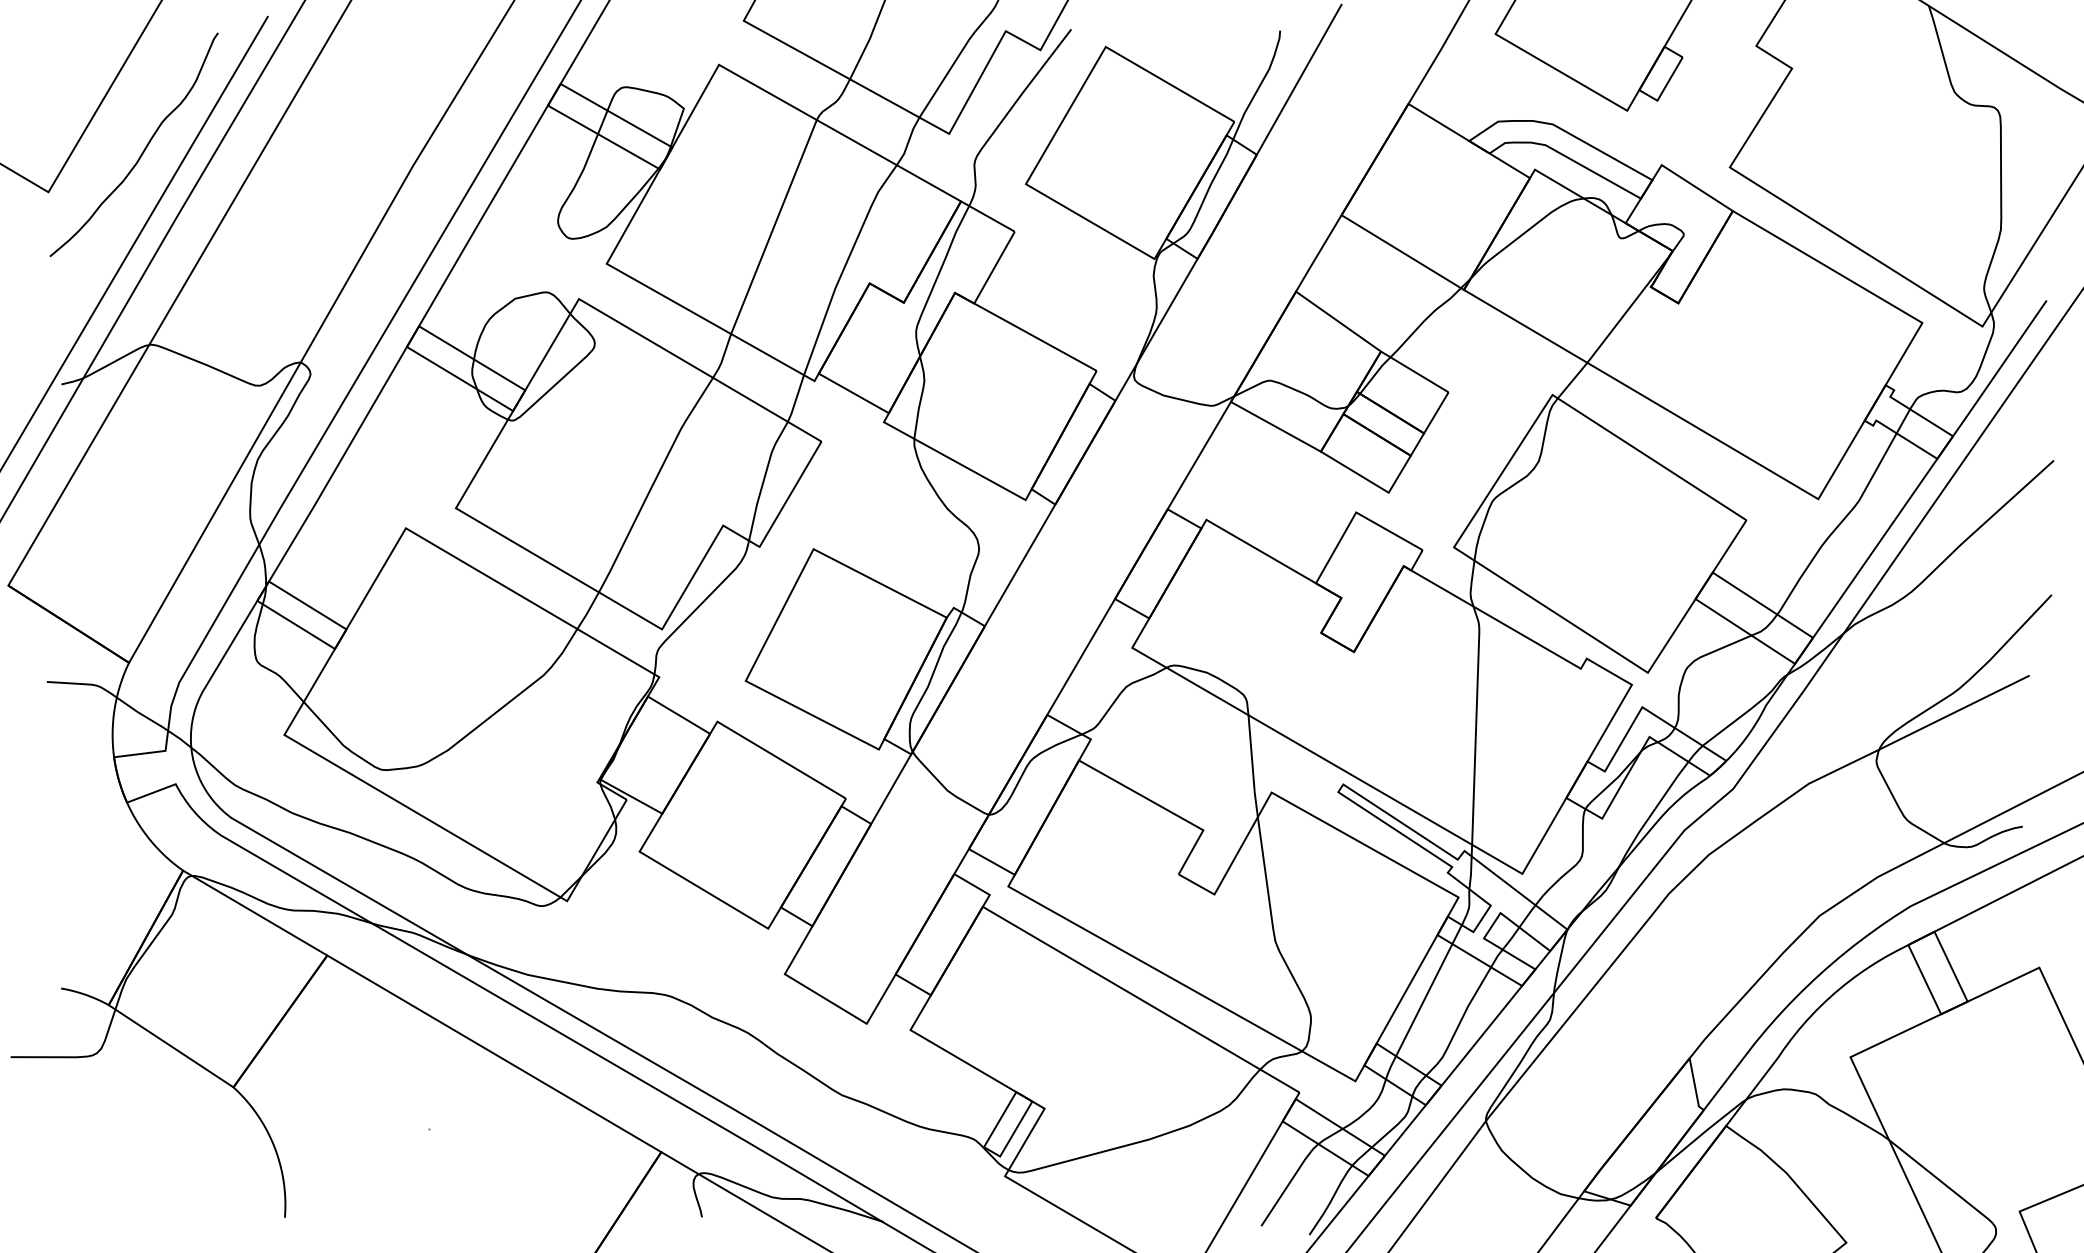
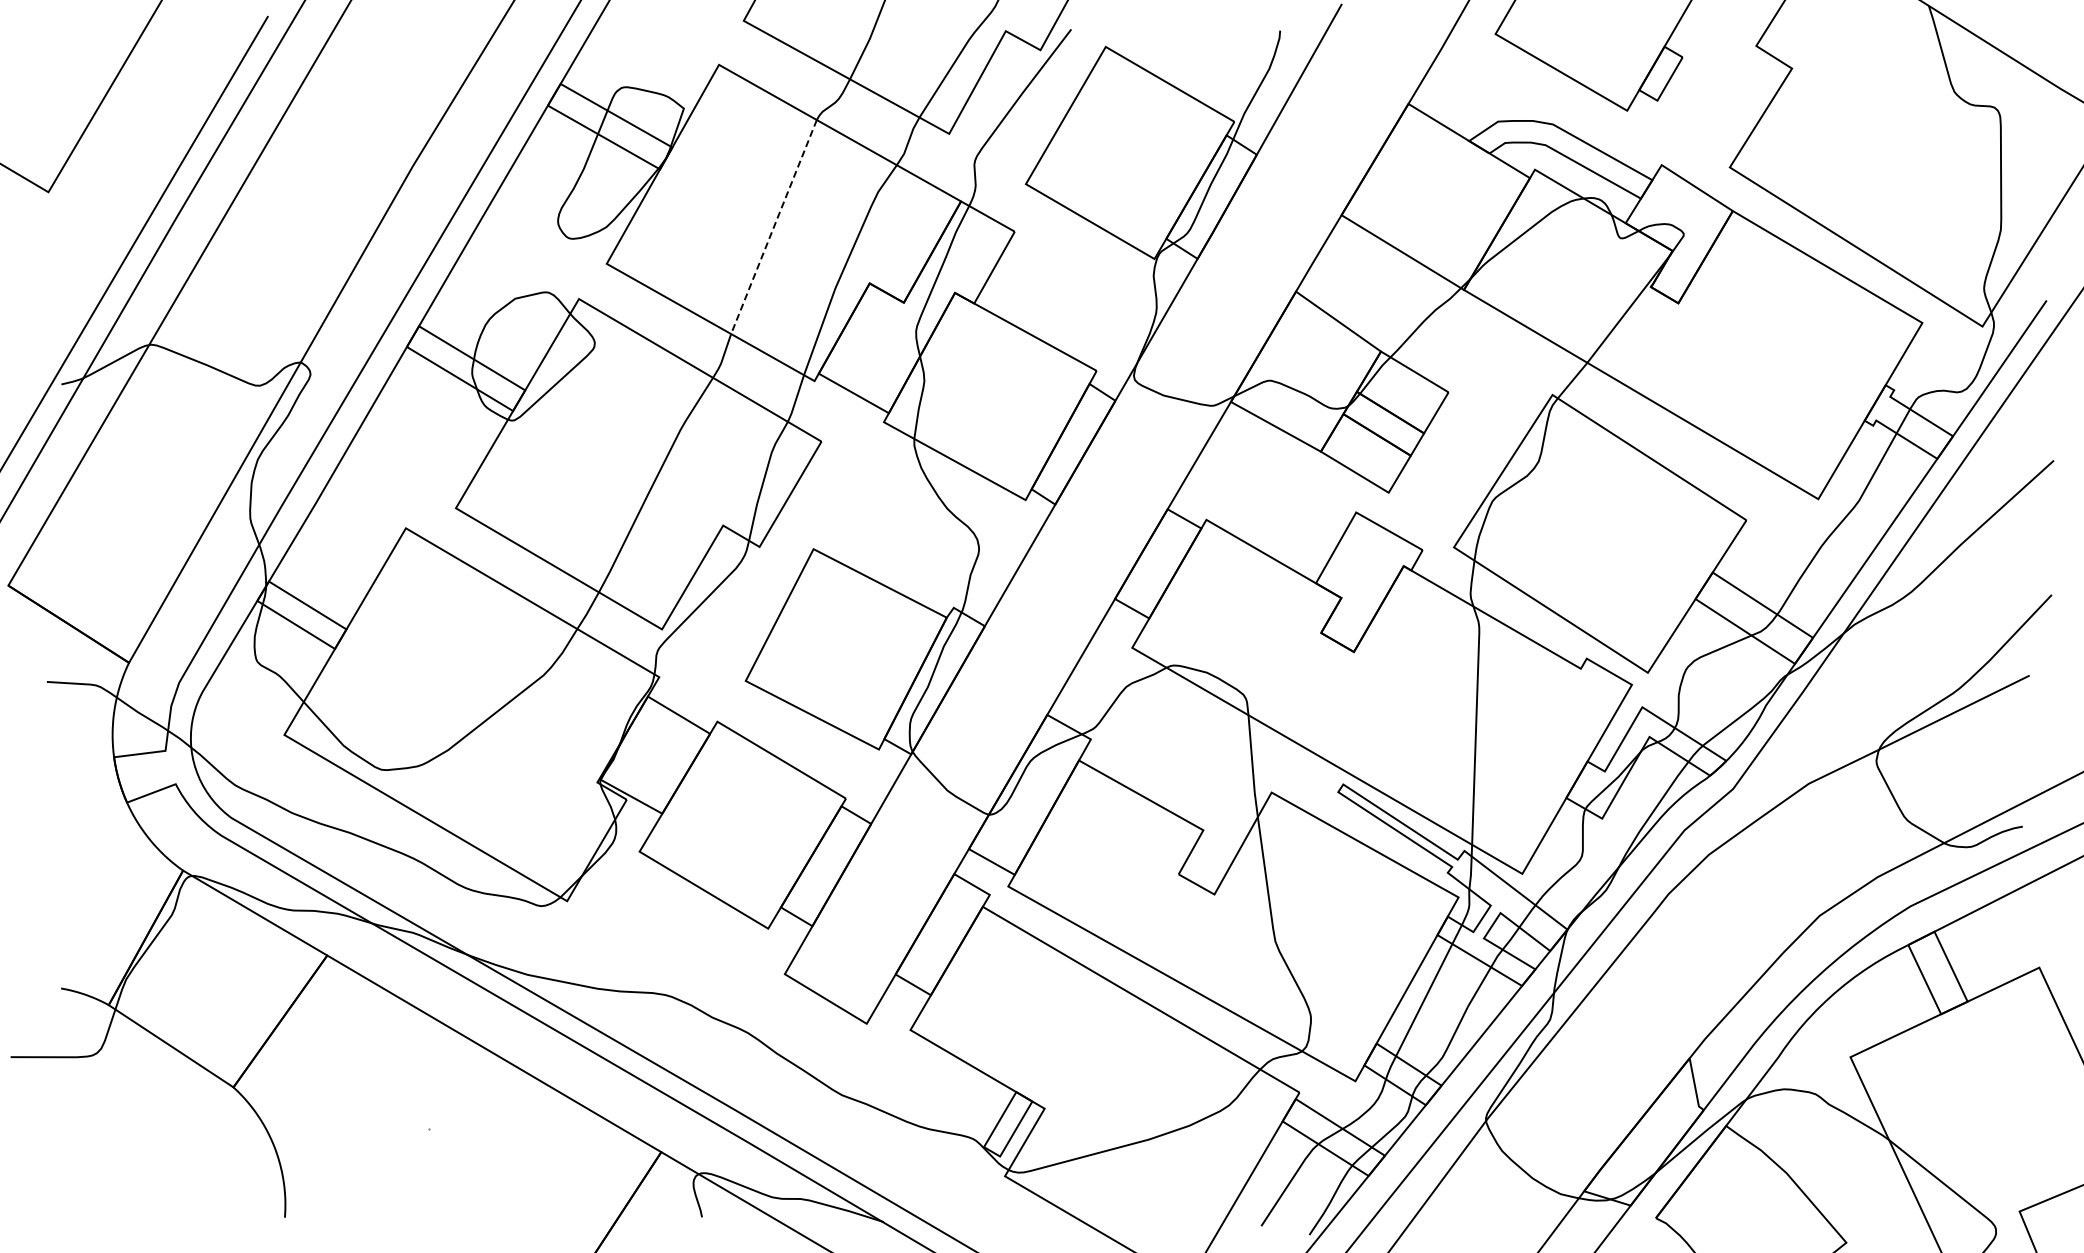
curve at (143, 149): present -> none
line at (773, 227): solid -> dashed
